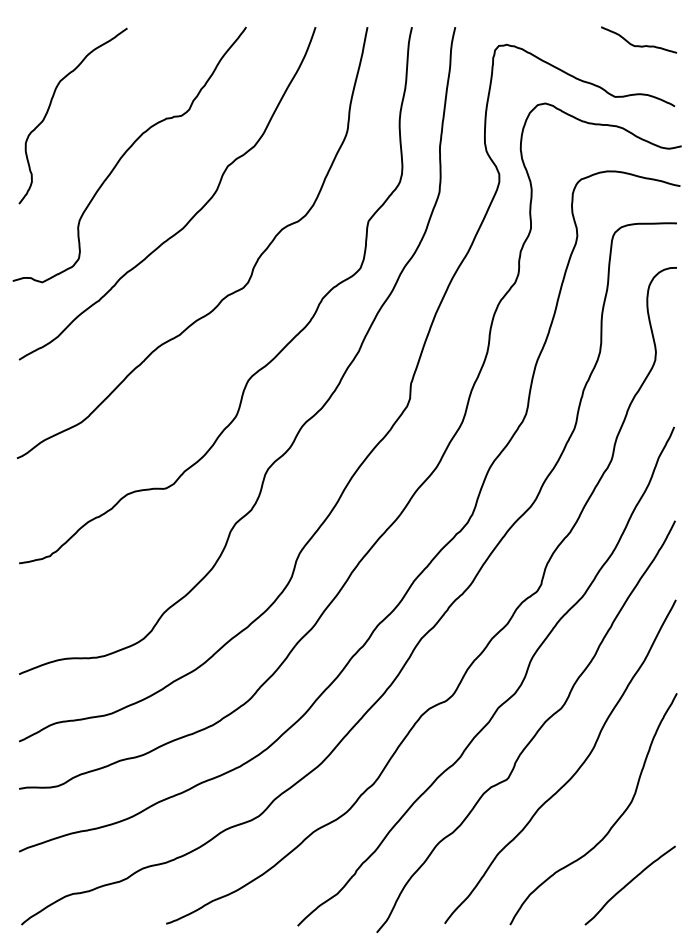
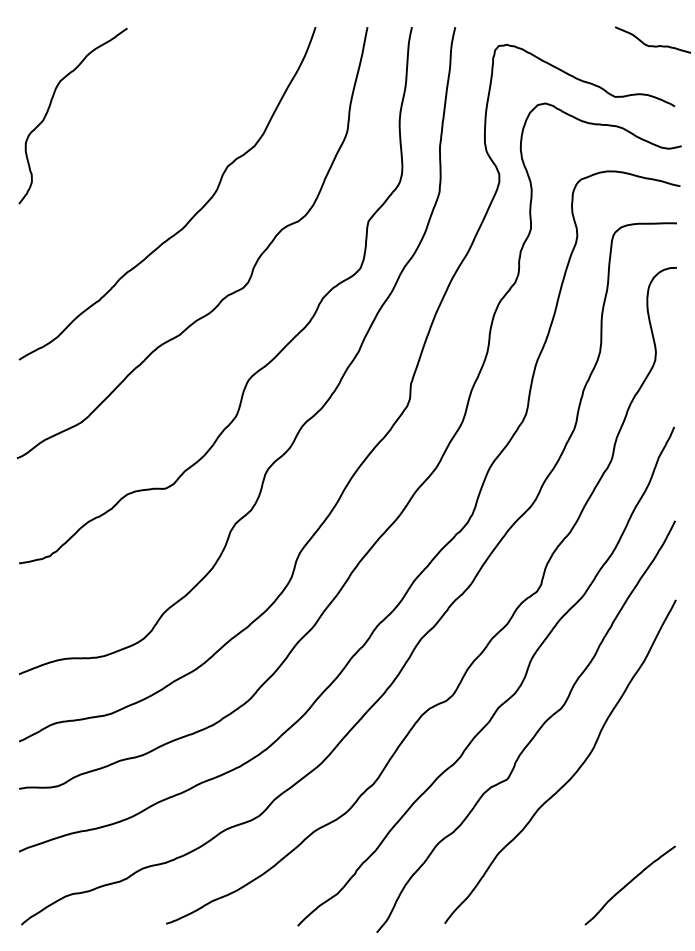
curve at (639, 45) position: (639, 45) -> (653, 45)
curve at (127, 151): present -> none
curve at (613, 823): present -> none
